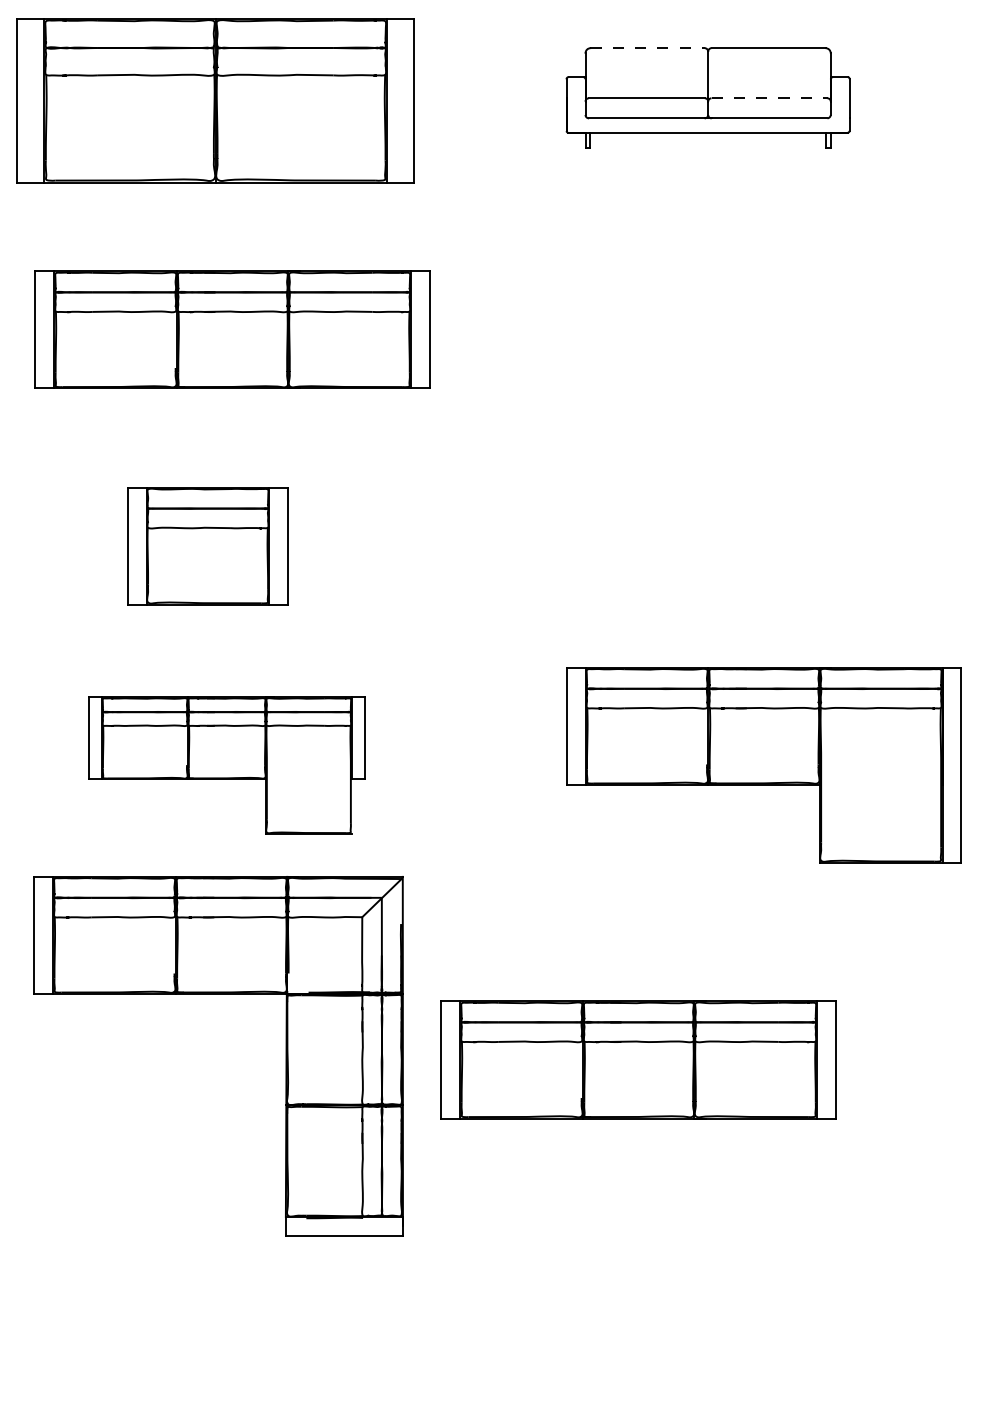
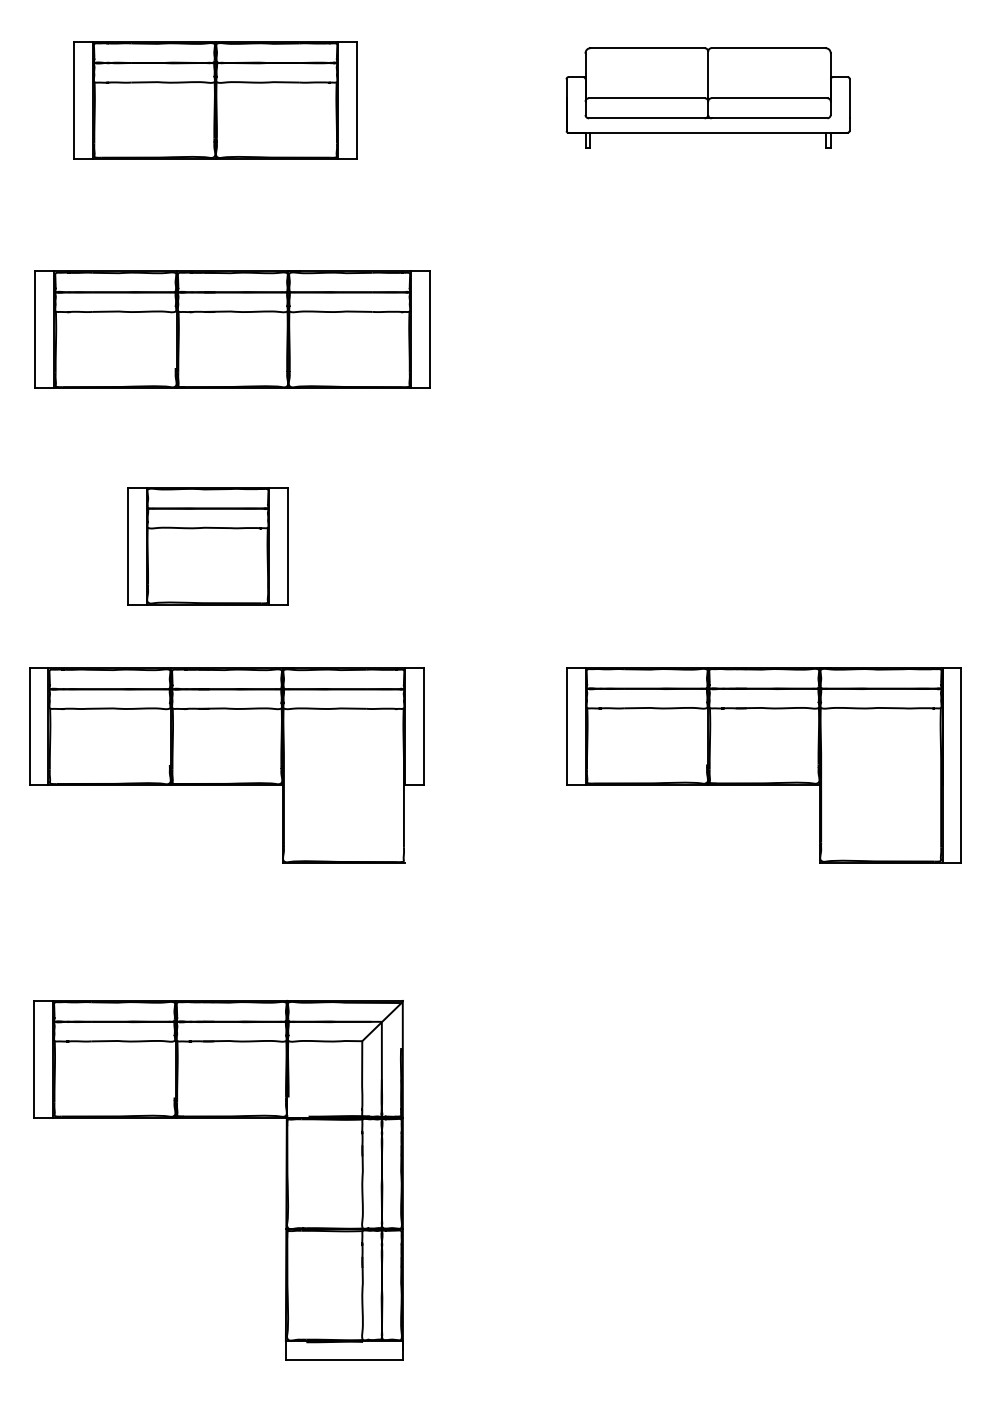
line at (648, 48): dashed -> solid
line at (770, 98): dashed -> solid
part at (215, 100) size: 399x166 px -> 285x119 px
part at (226, 765) size: 278x139 px -> 396x197 px
part at (218, 994) position: (218, 994) -> (218, 1118)
part at (638, 1059): present -> none
